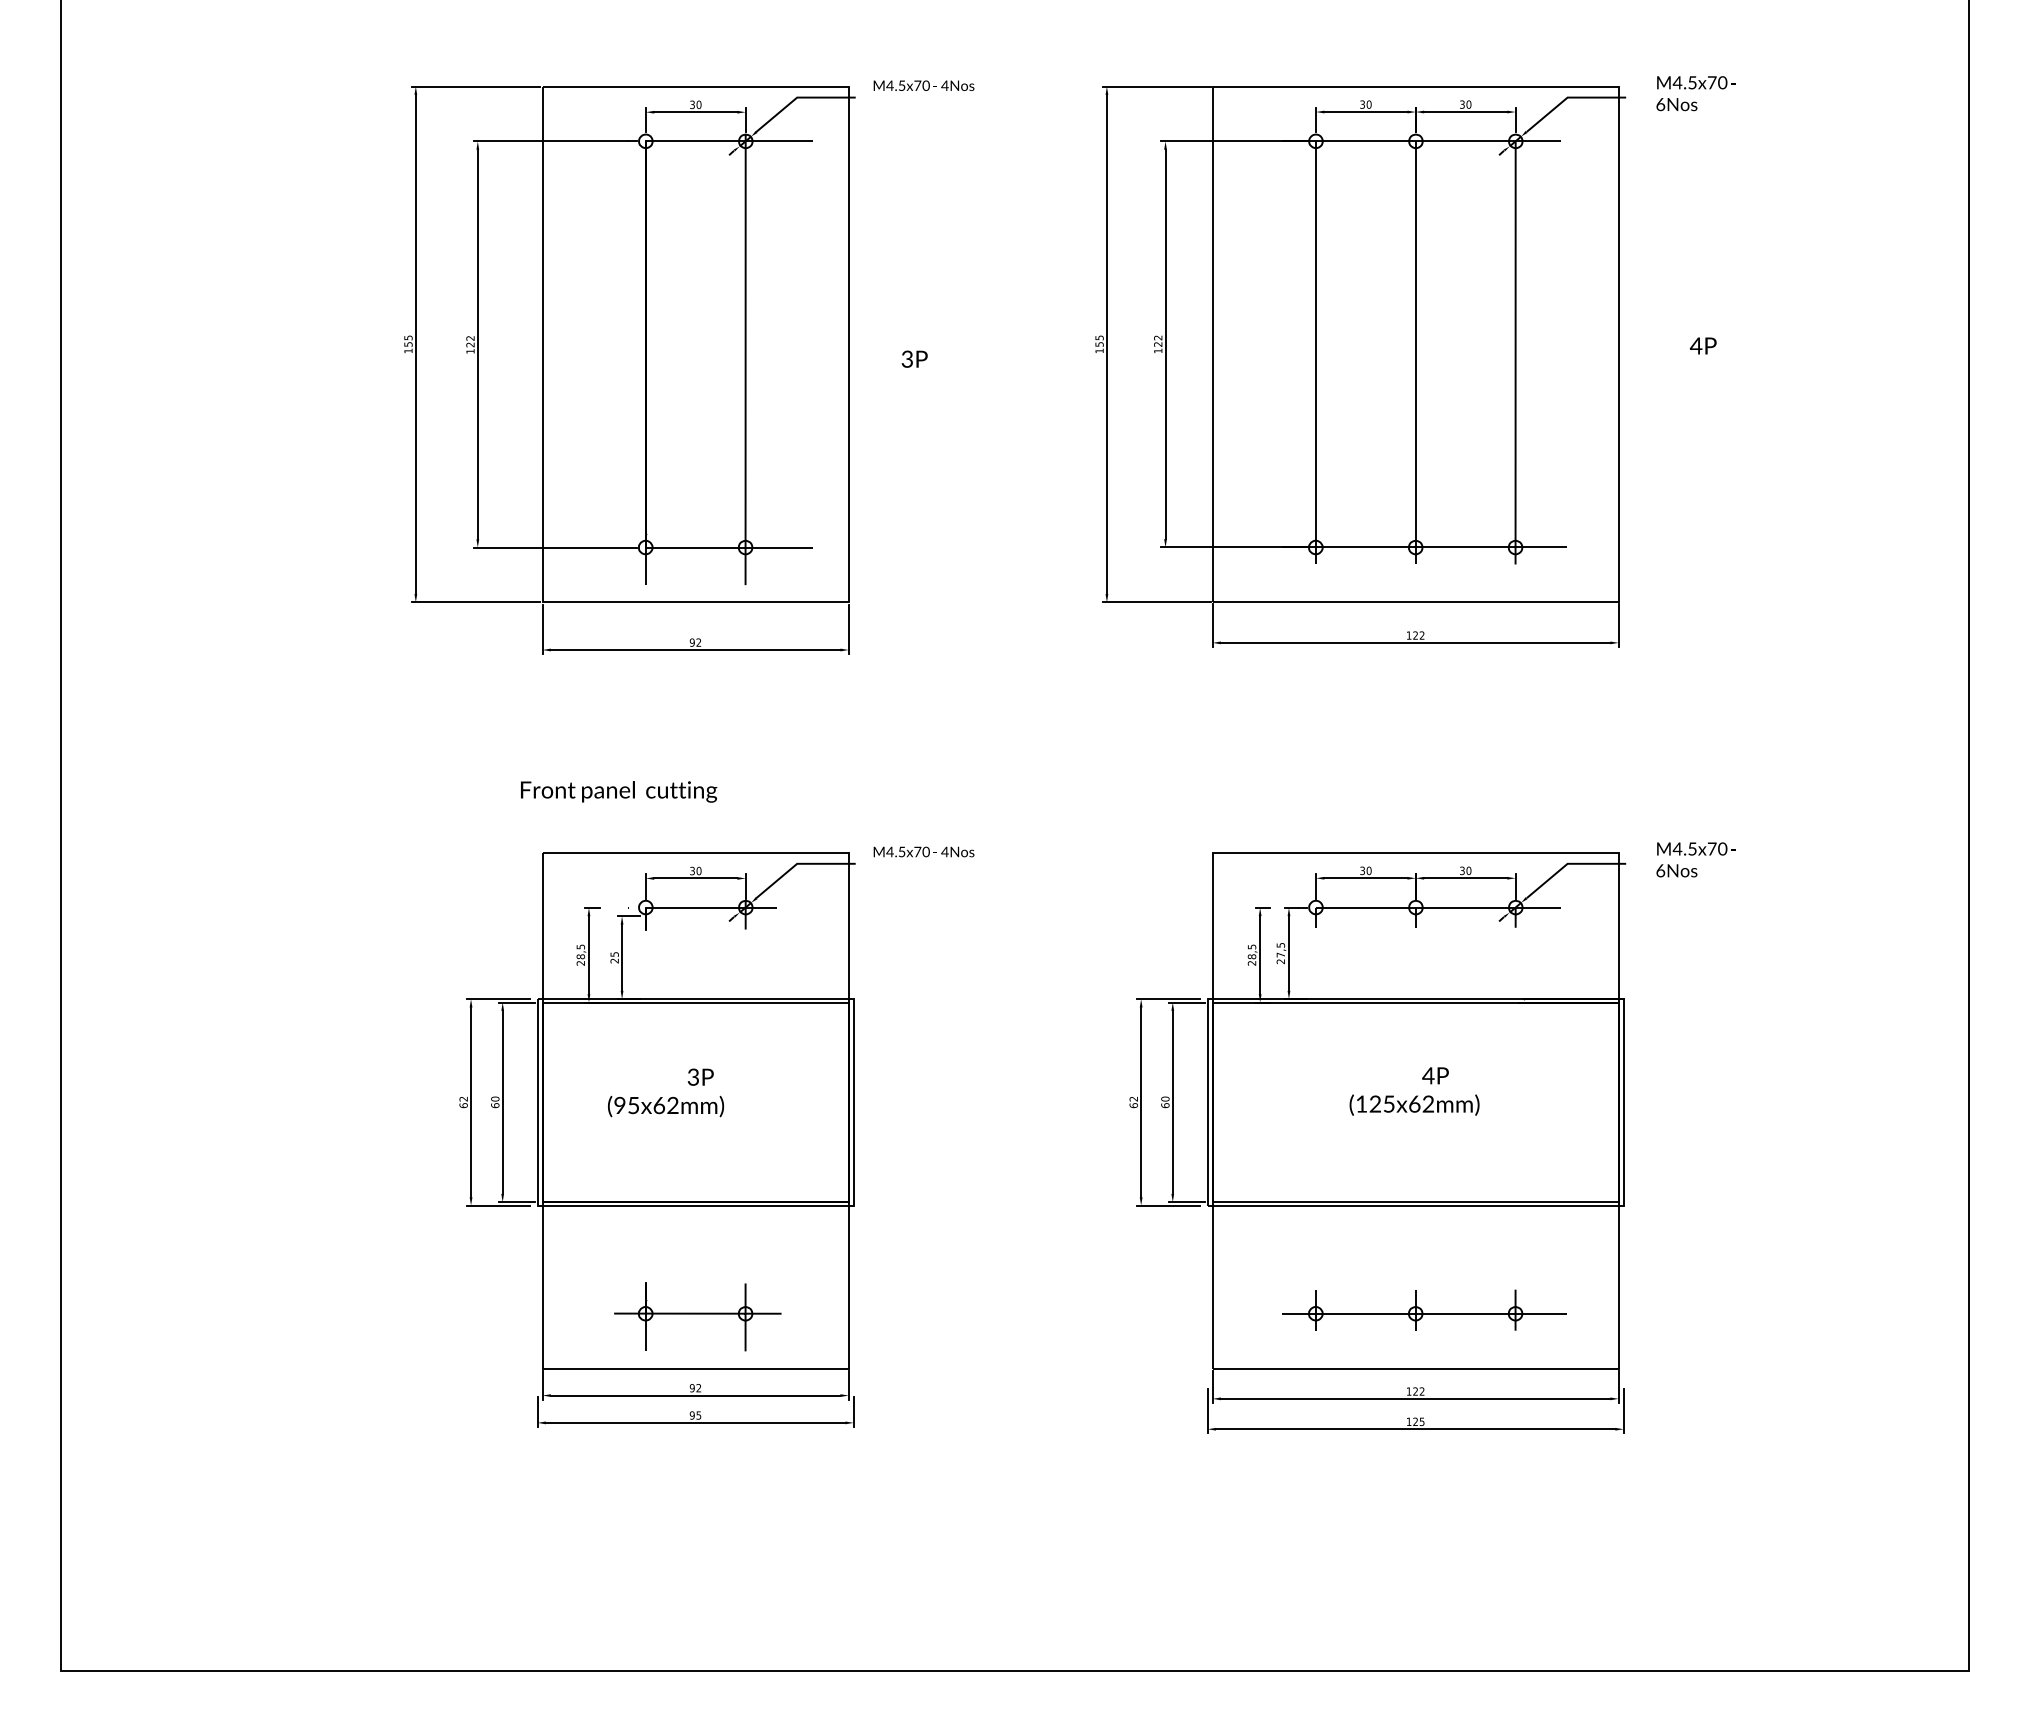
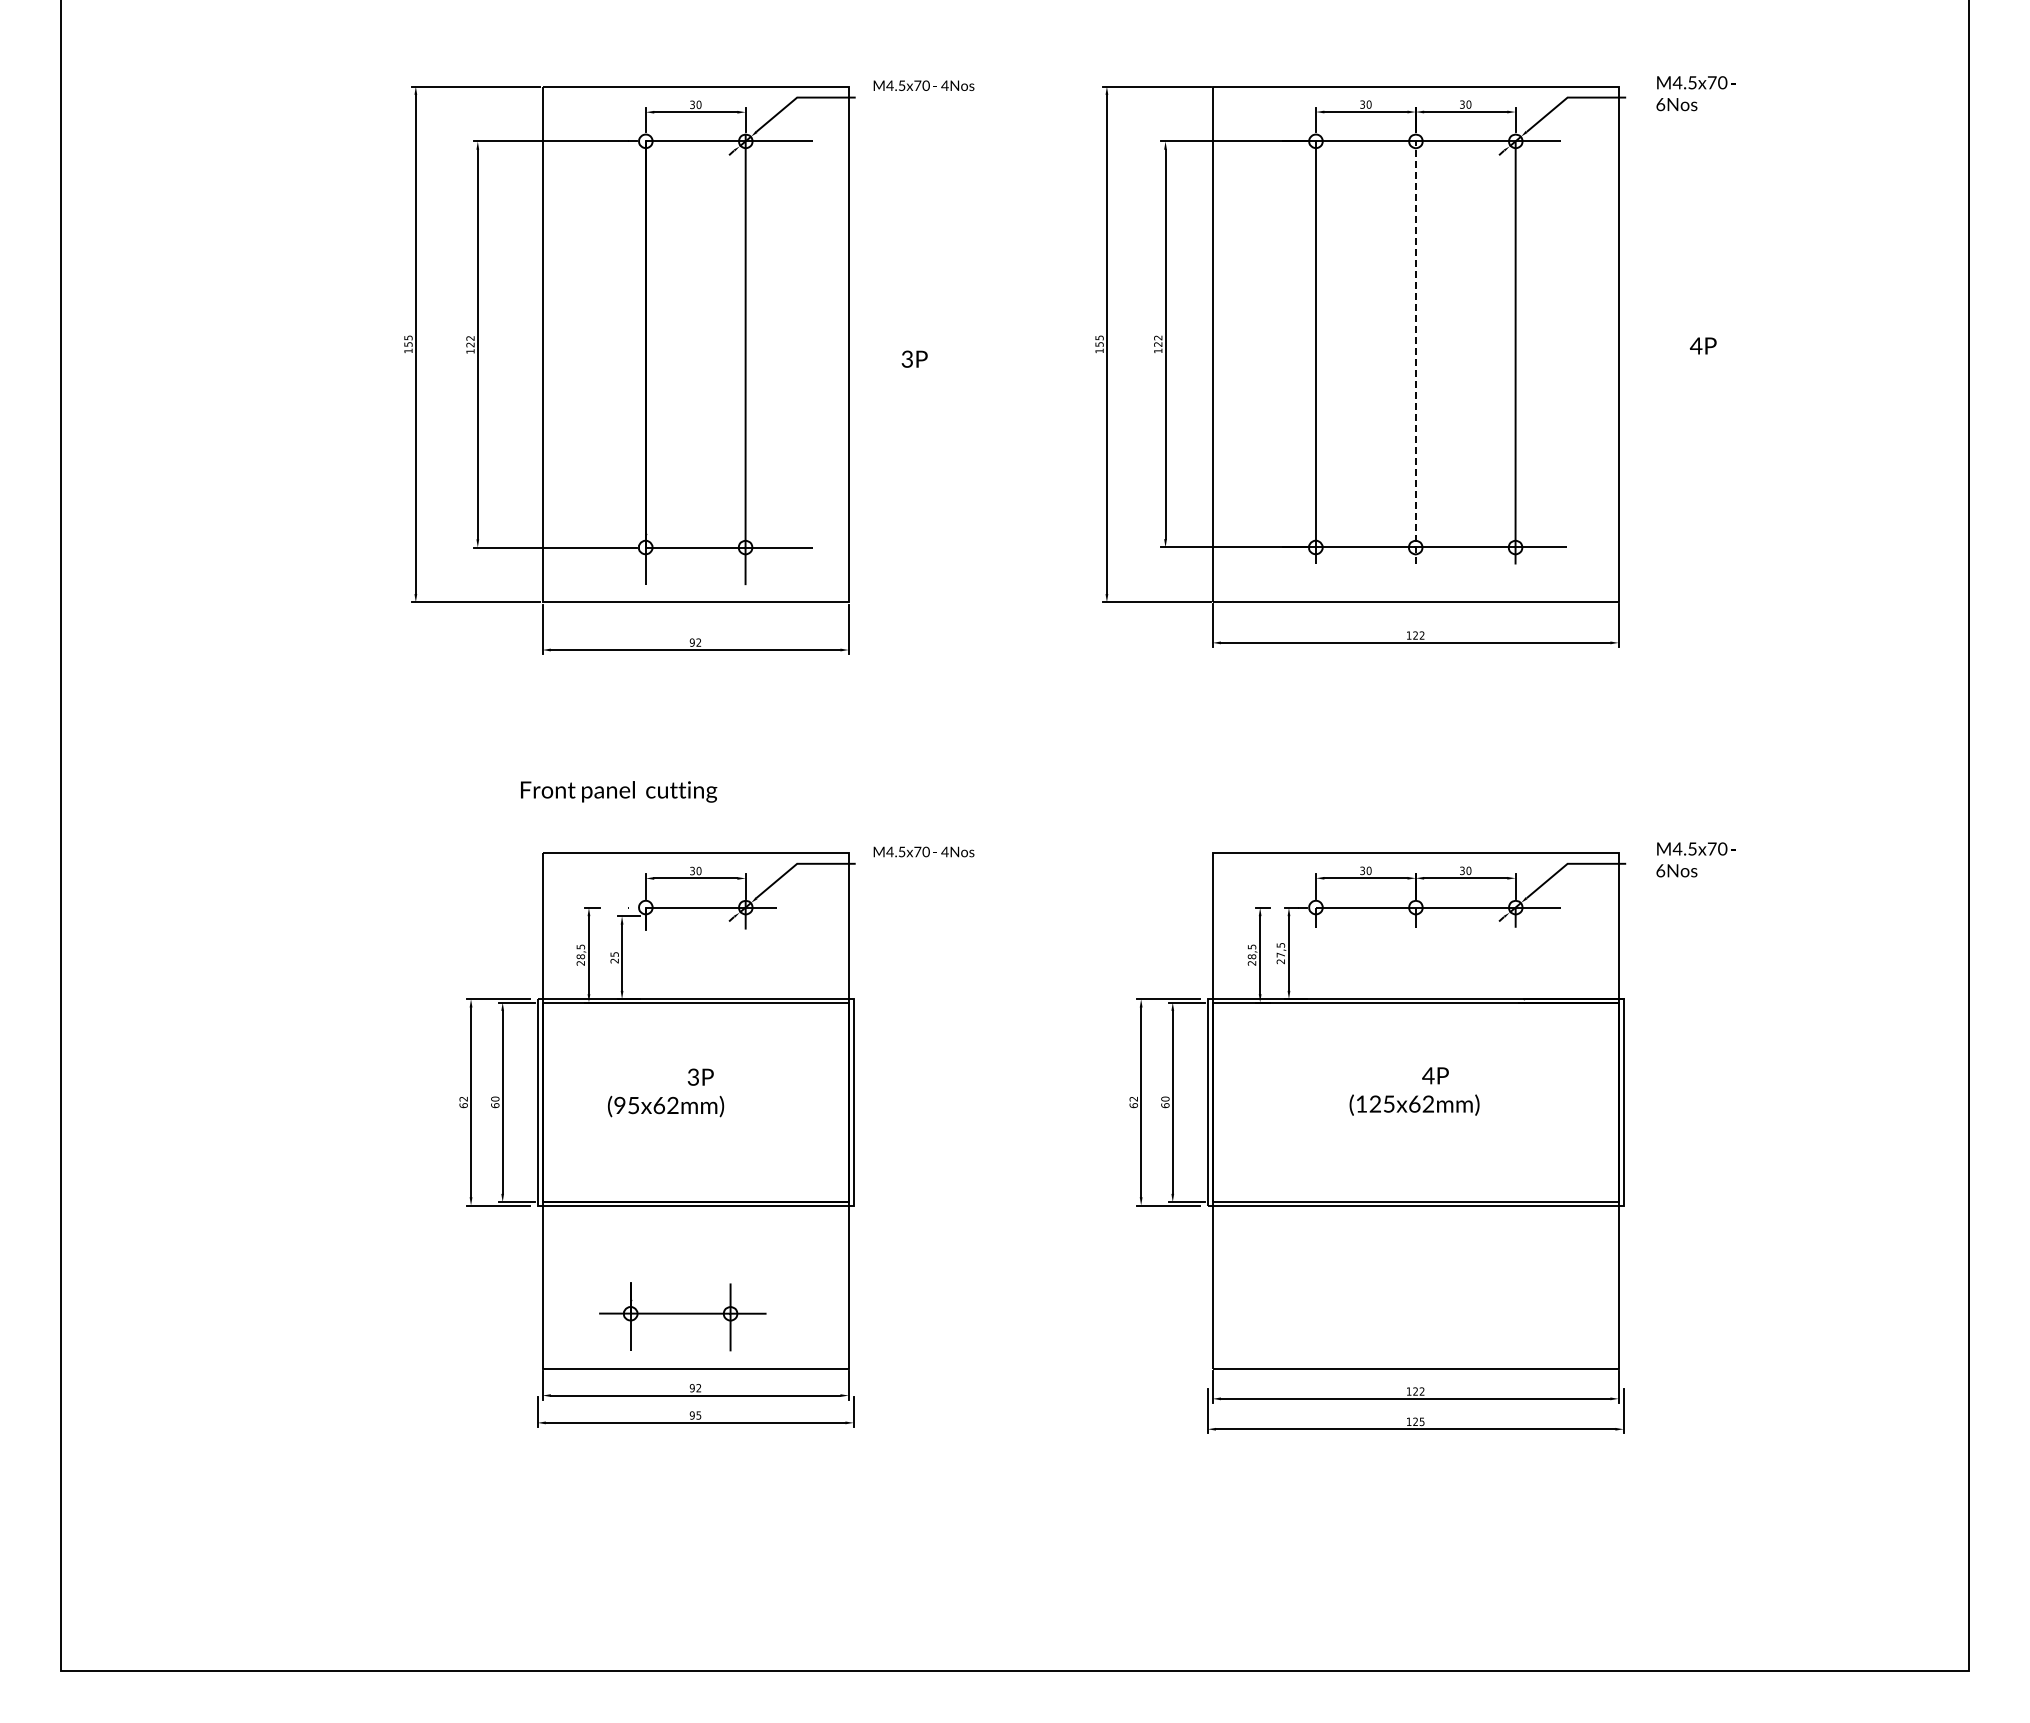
line at (1415, 352): solid -> dashed
part at (1424, 1309): present -> none
part at (697, 1316) position: (697, 1316) -> (682, 1316)
